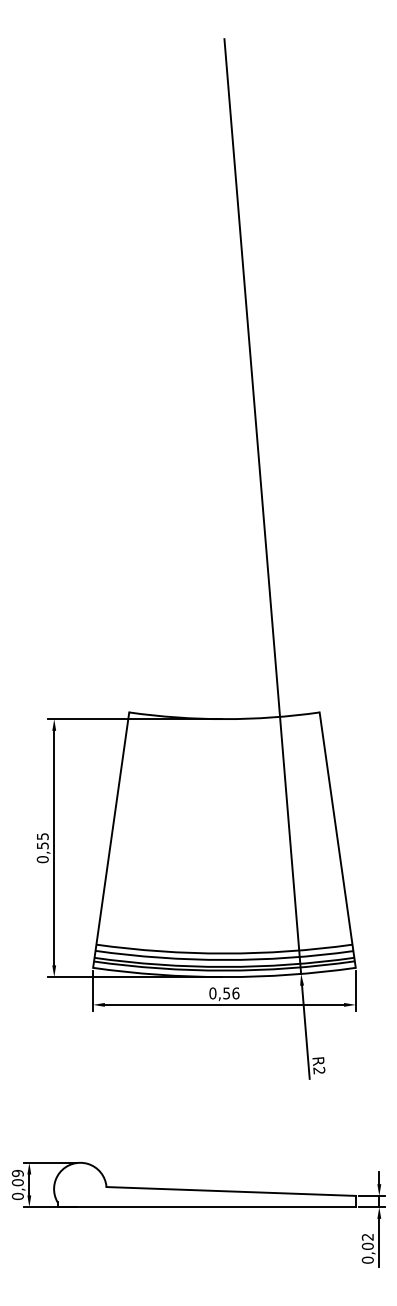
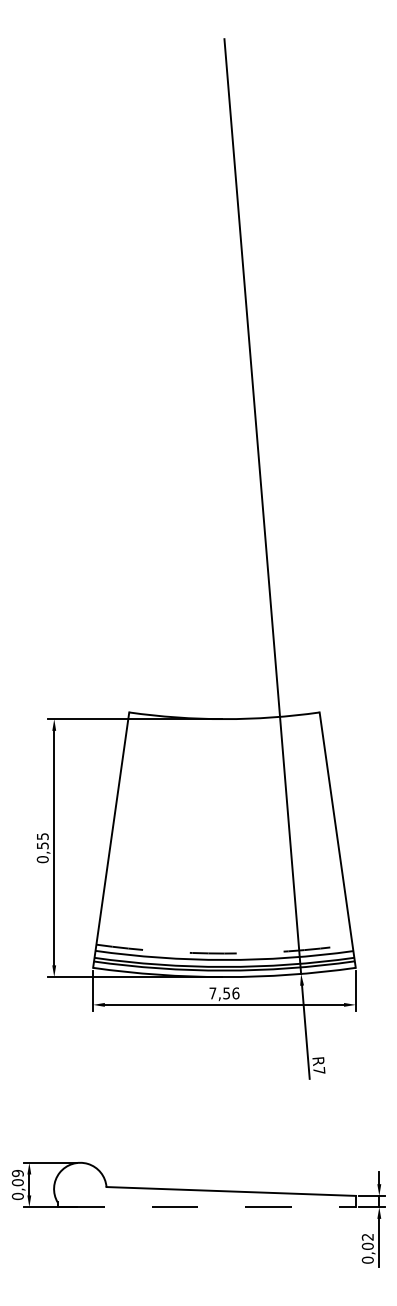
arc at (224, 953): solid -> dashed
text at (212, 993): 0,56 -> 7,56
text at (319, 1070): R2 -> R7
line at (207, 1207): solid -> dashed
